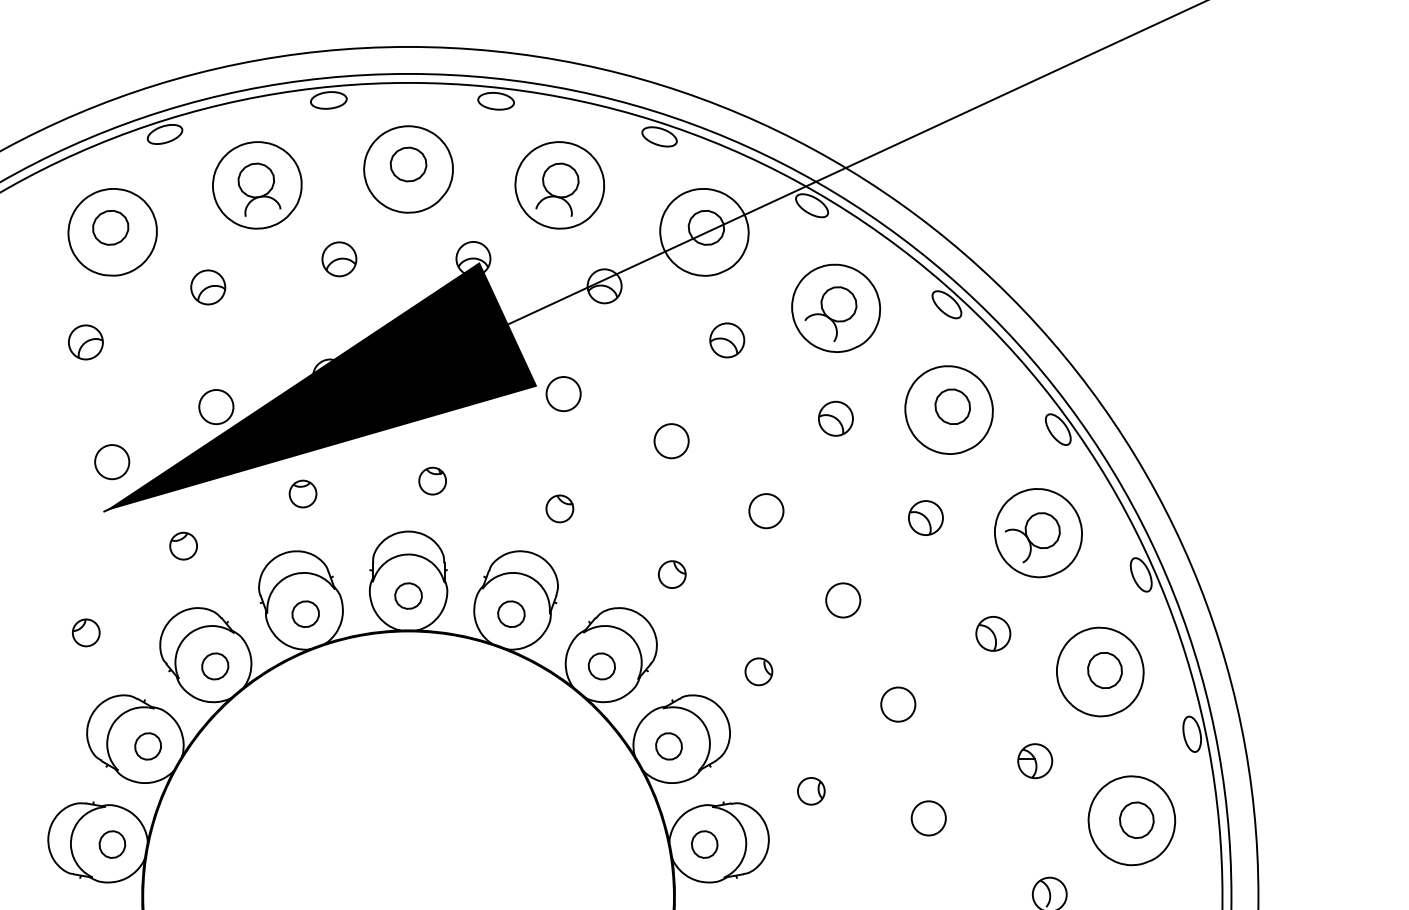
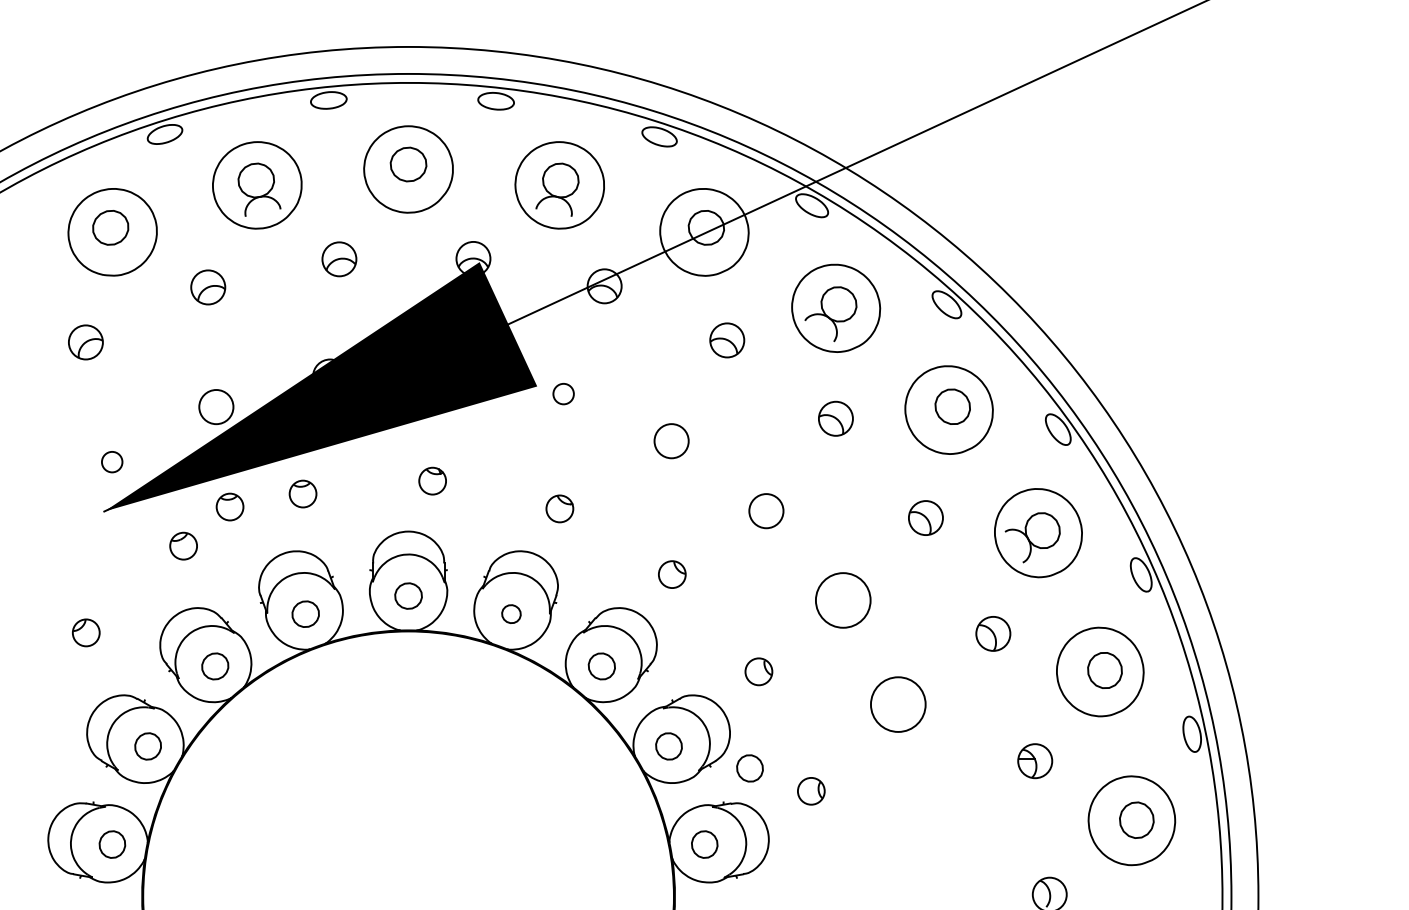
circle at (563, 394) diameter: 34 px -> 21 px
circle at (112, 462) diameter: 34 px -> 21 px
part at (229, 506): none -> present
circle at (843, 600) diameter: 34 px -> 55 px
part at (511, 613) size: 29x28 px -> 21x20 px
circle at (898, 704) diameter: 34 px -> 55 px
part at (749, 768): none -> present
circle at (928, 818): present -> none
